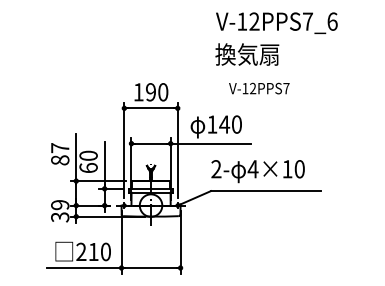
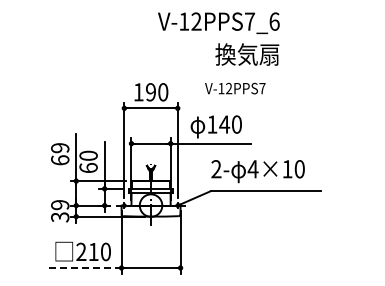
text at (276, 22) position: (276, 22) -> (218, 22)
text at (259, 88) position: (259, 88) -> (235, 88)
text at (60, 154): 87 -> 69
line at (83, 268): solid -> dashed
